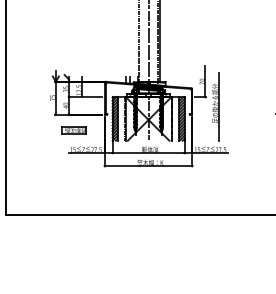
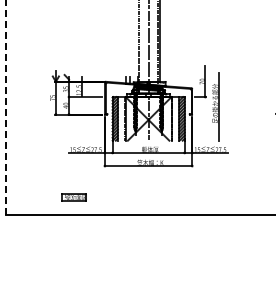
line at (6, 107): solid -> dashed
part at (73, 130) position: (73, 130) -> (73, 197)
